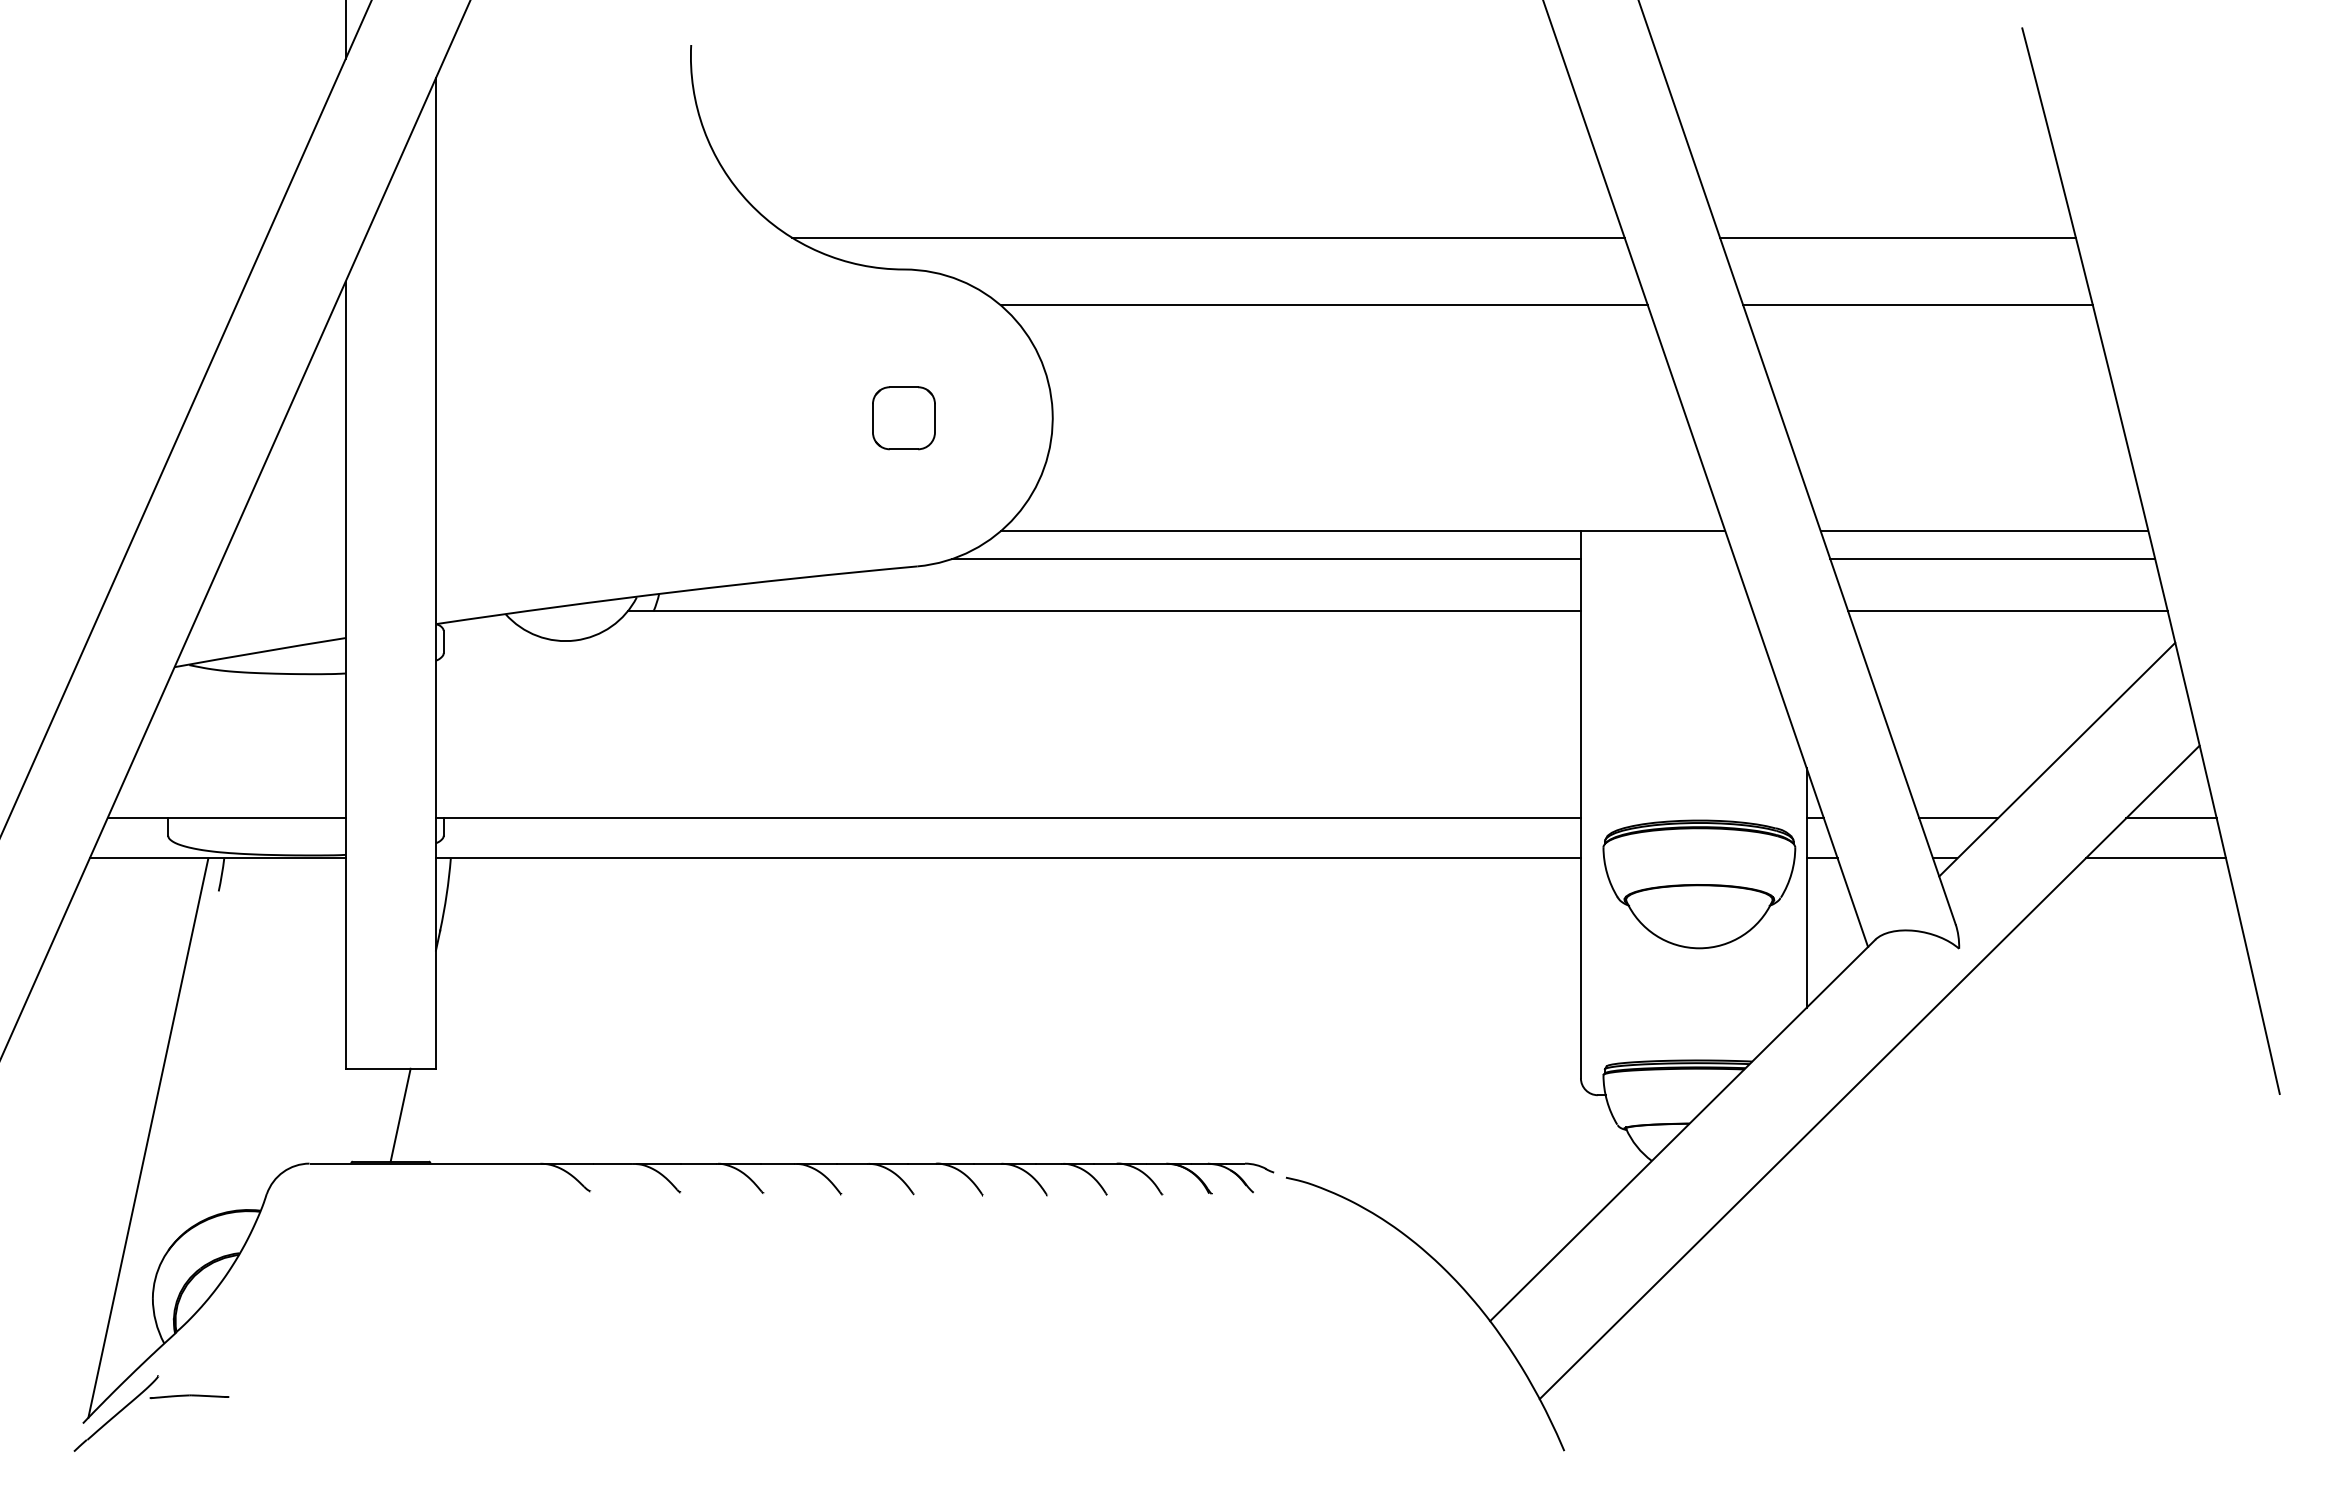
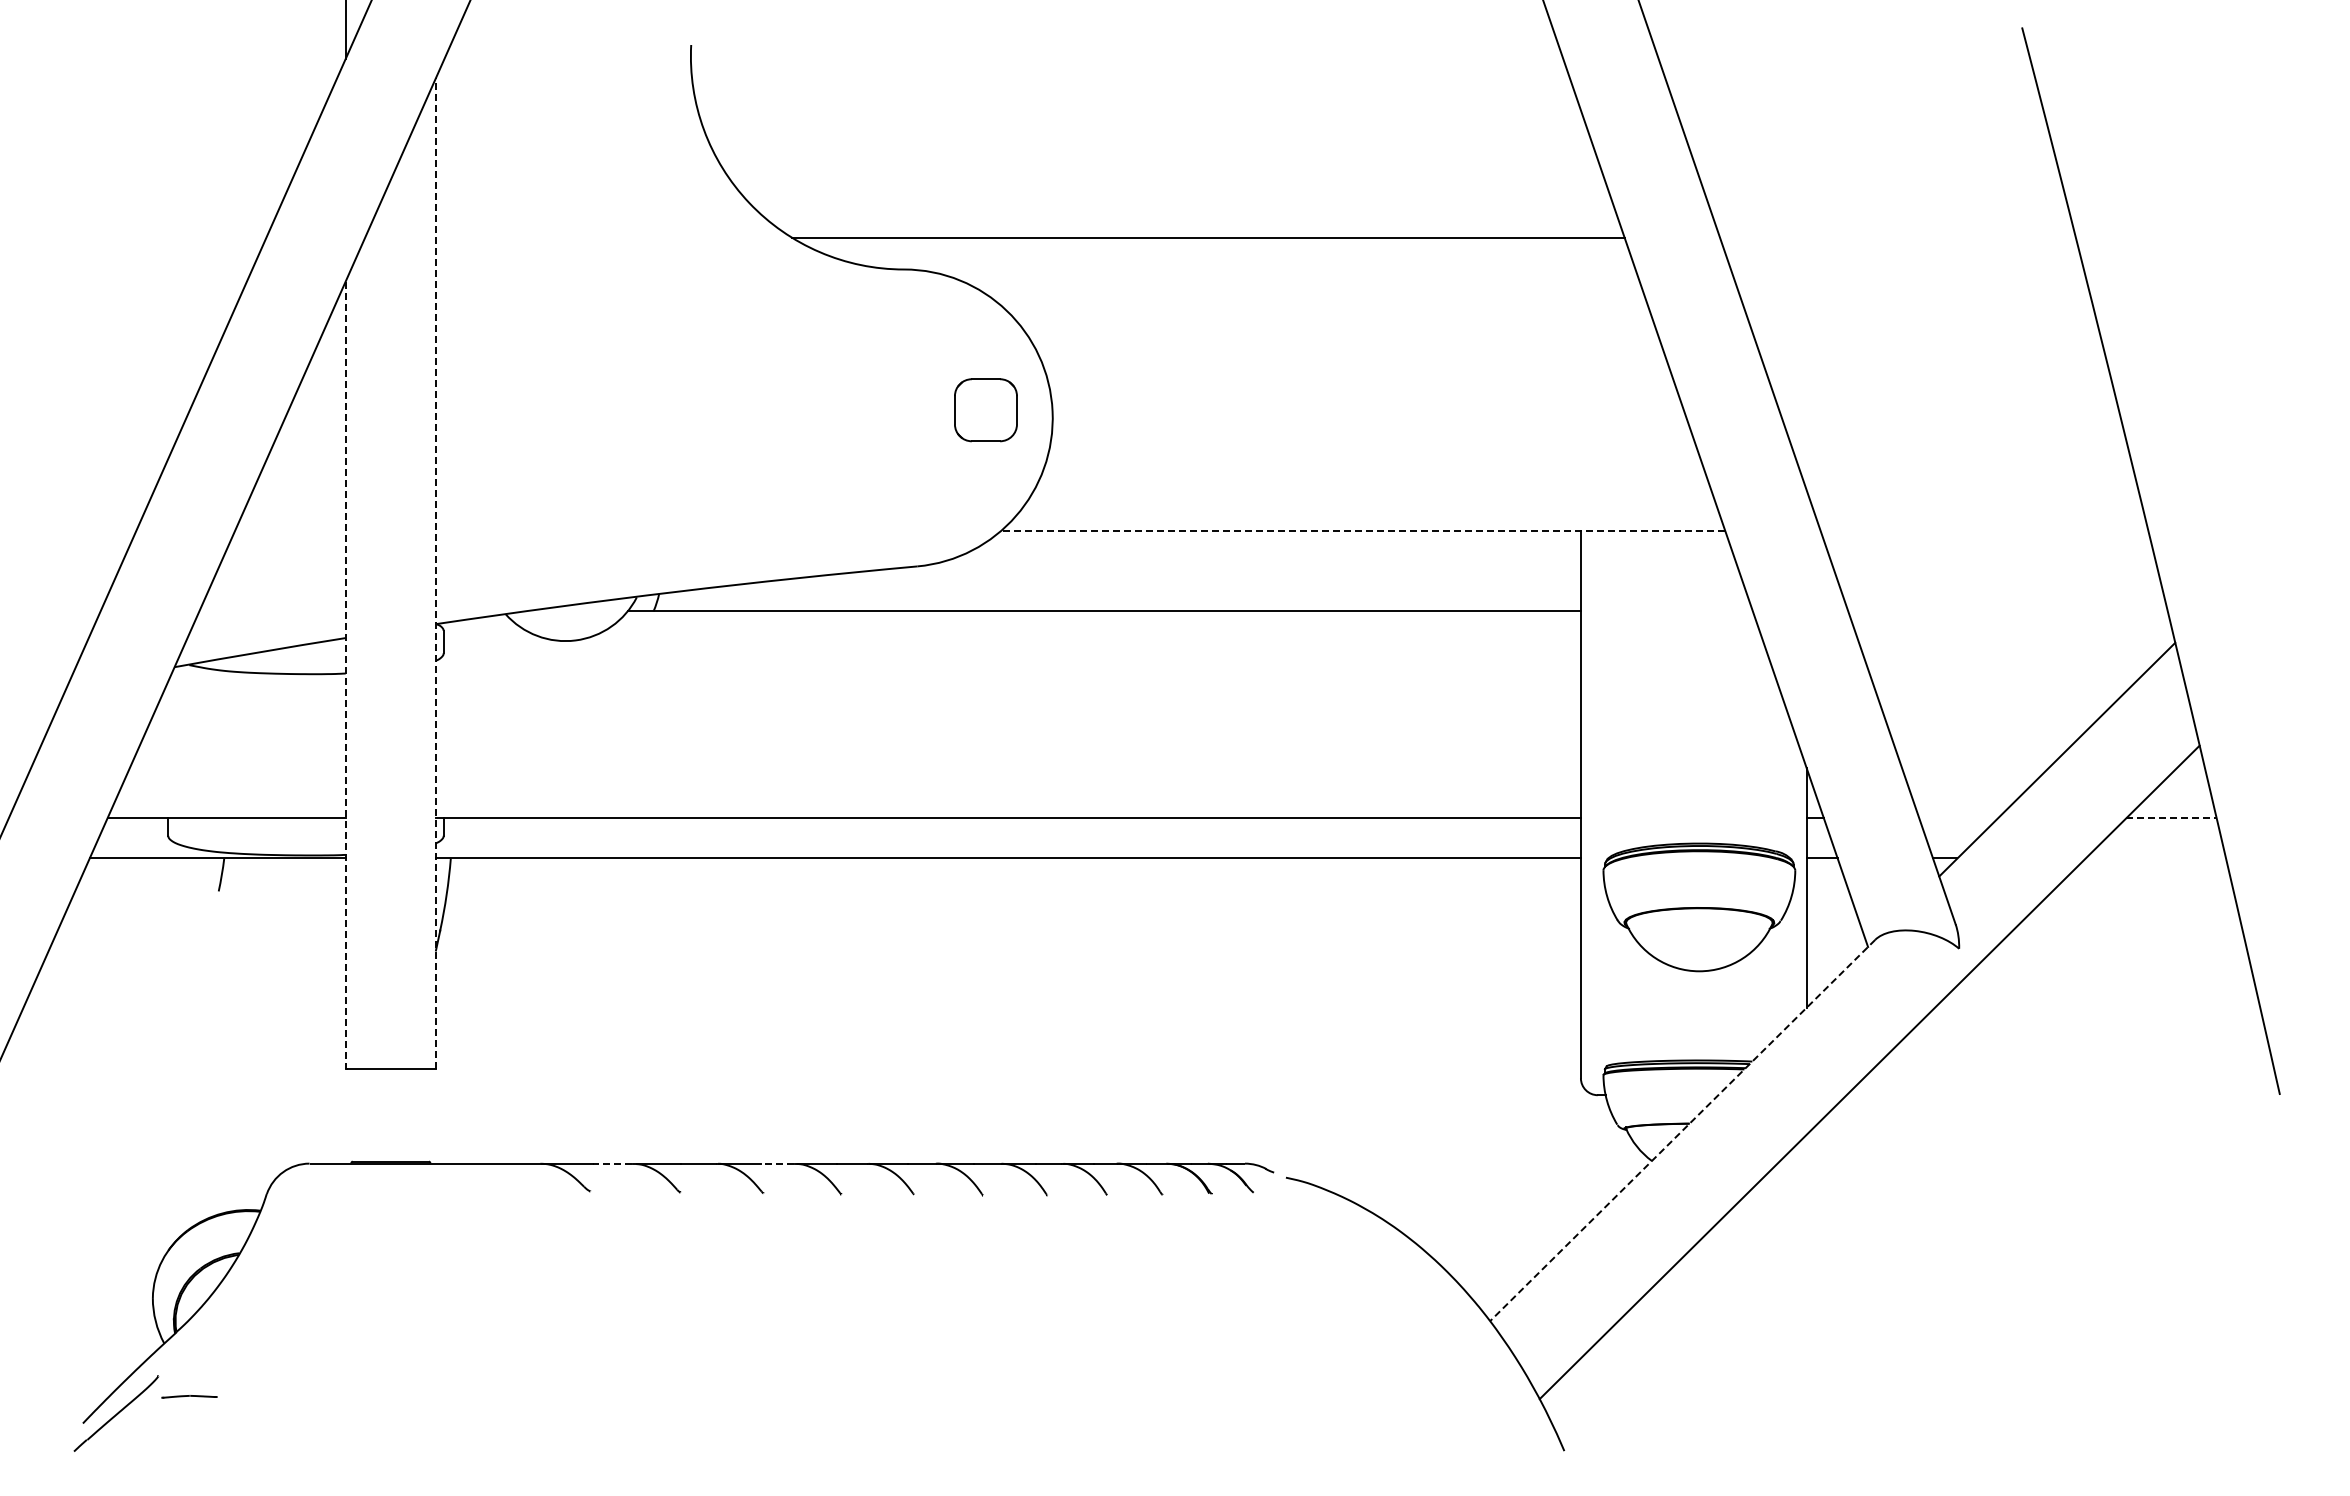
line at (1897, 237): present -> none
line at (1323, 305): present -> none
line at (1917, 305): present -> none
part at (903, 418) position: (903, 418) -> (985, 410)
line at (1362, 531): solid -> dashed
line at (1984, 531): present -> none
line at (1266, 558): present -> none
line at (1992, 558): present -> none
line at (435, 572): solid -> dashed
line at (2007, 611): present -> none
line at (345, 675): solid -> dashed
line at (1958, 818): present -> none
line at (2172, 818): solid -> dashed
line at (2155, 858): present -> none
part at (1699, 884) position: (1699, 884) -> (1699, 907)
line at (400, 1114): present -> none
line at (1682, 1130): solid -> dashed
line at (148, 1137): present -> none
line at (612, 1163): solid -> dashed
line at (777, 1163): solid -> dashed
part at (189, 1396) size: 81x6 px -> 57x4 px
